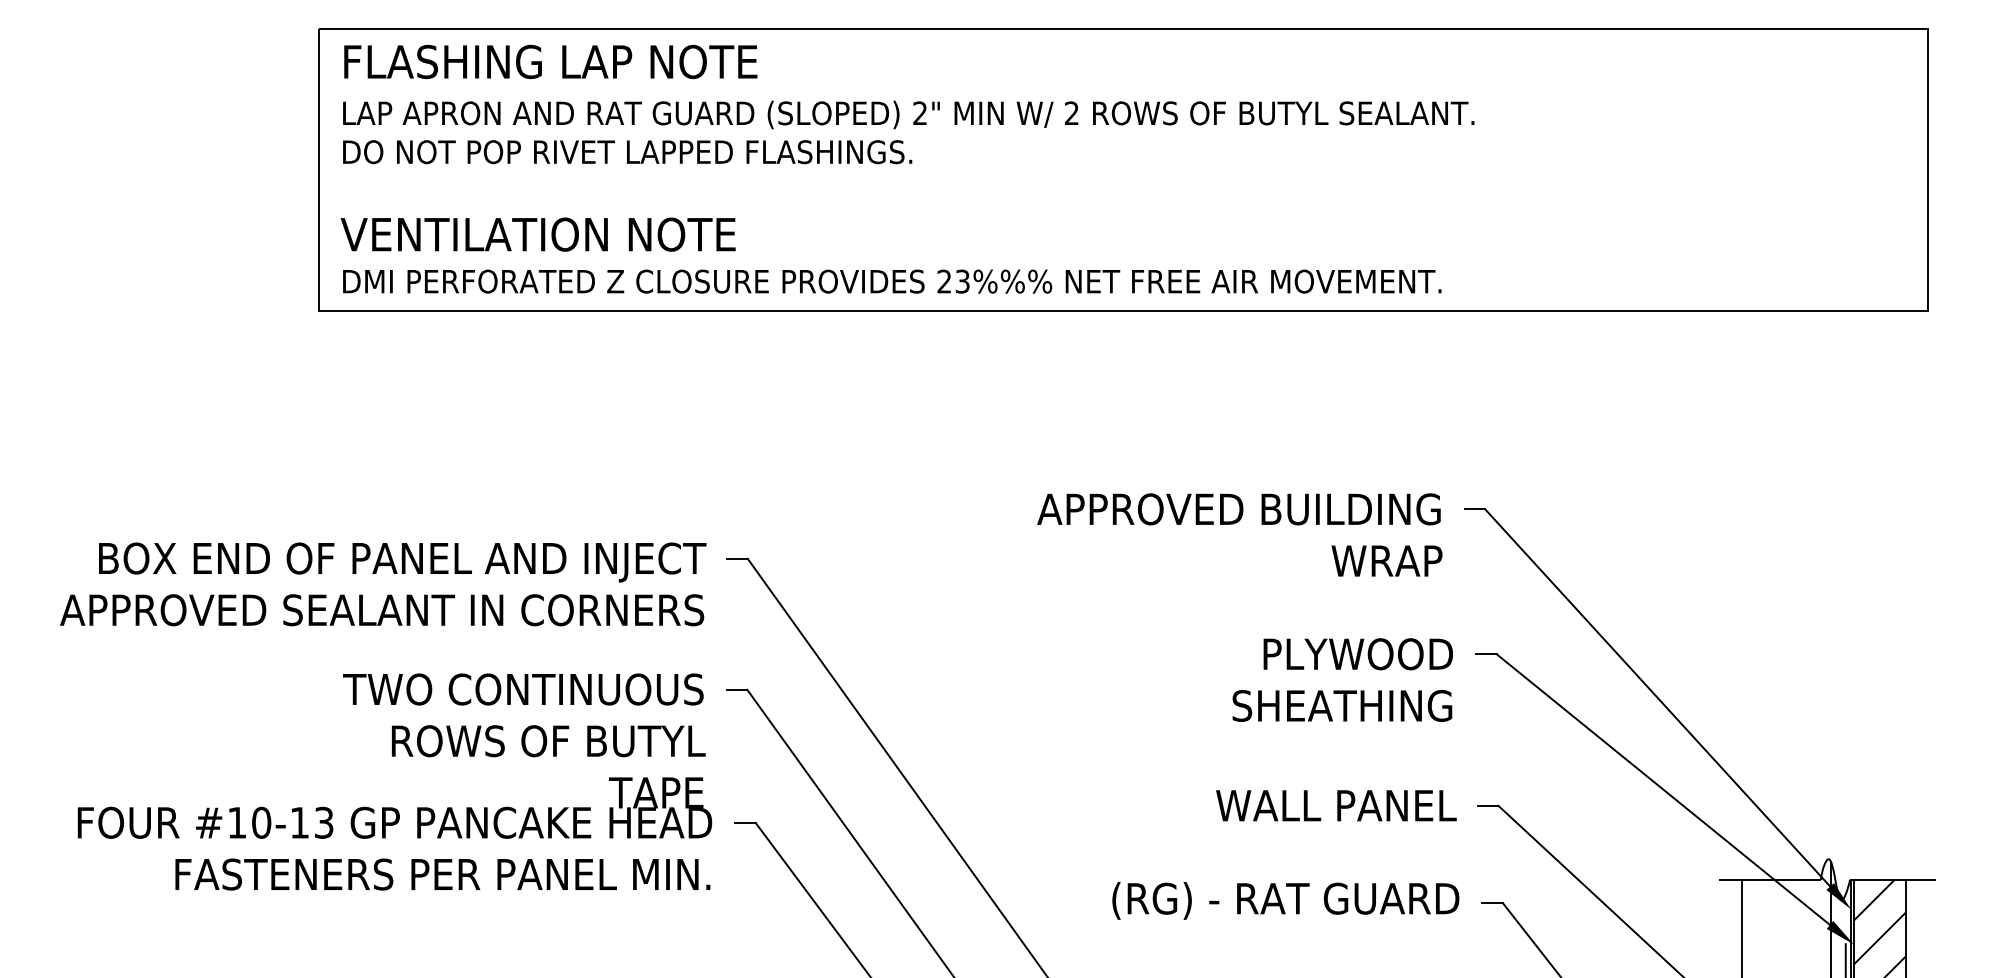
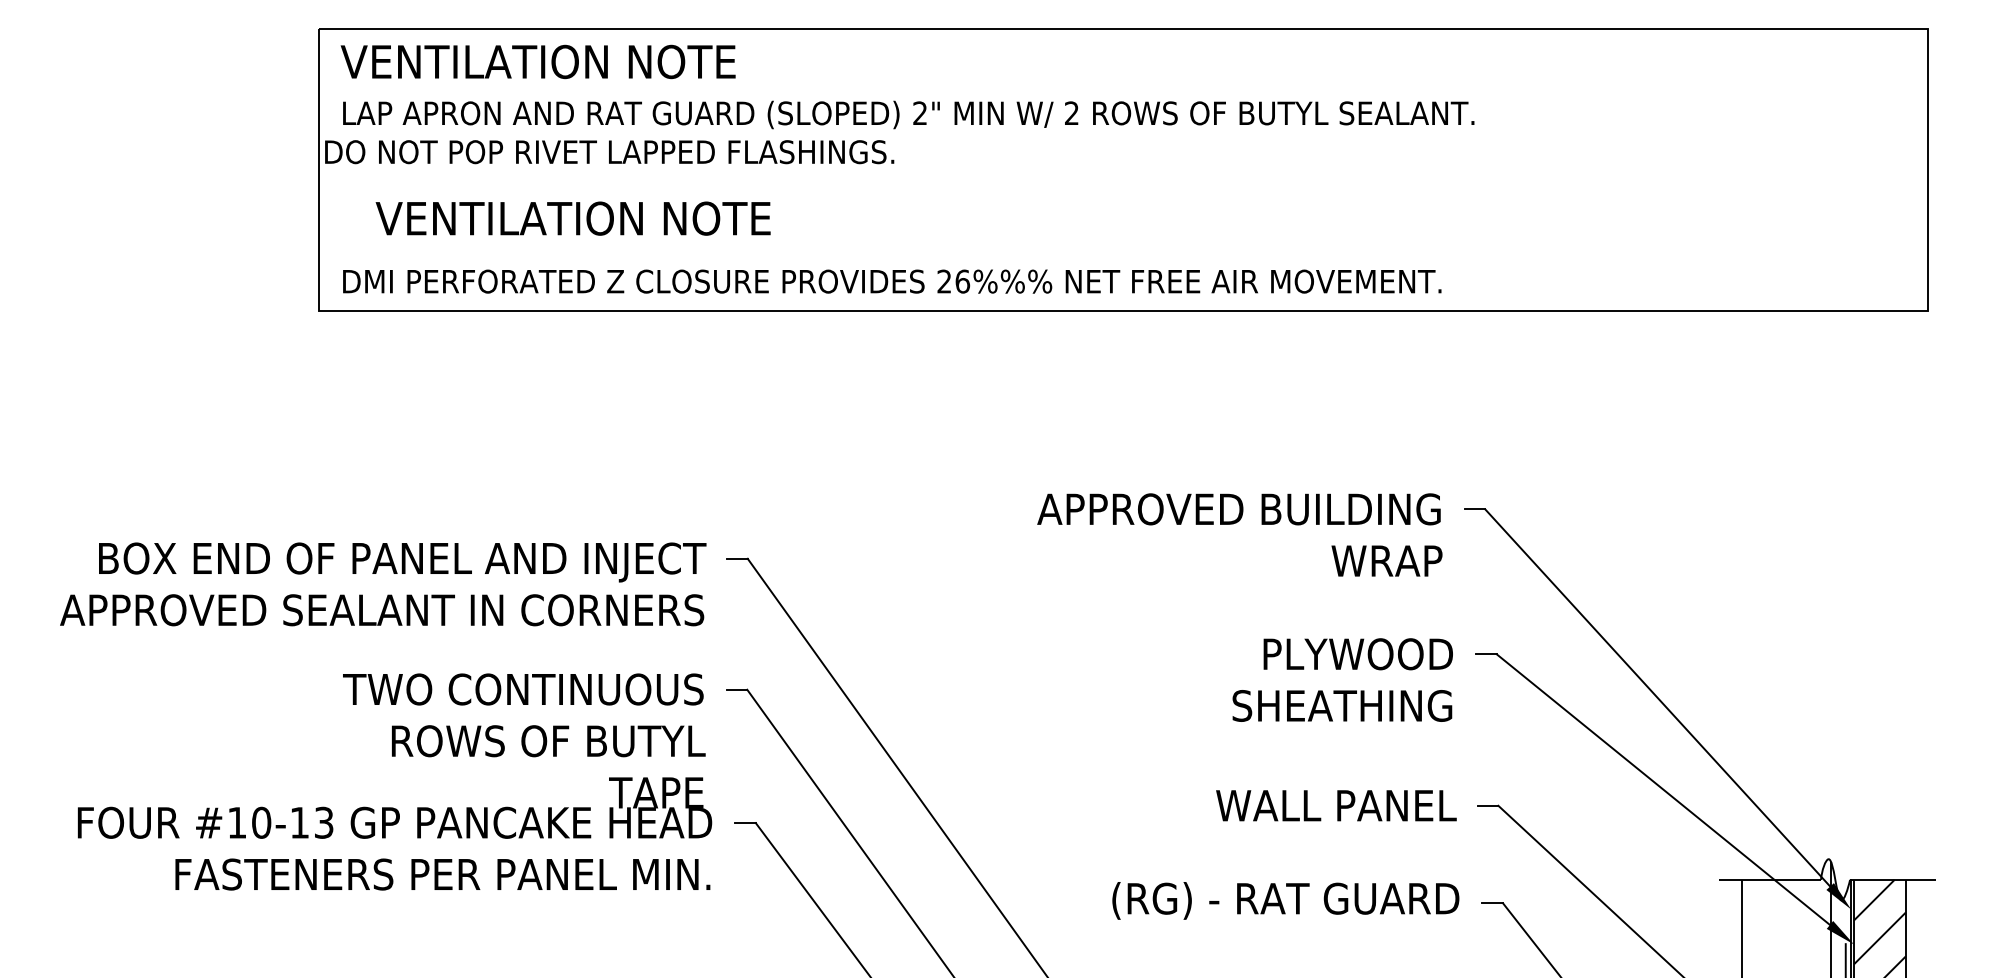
text at (548, 61): FLASHING LAP NOTE -> VENTILATION NOTE
text at (627, 152) position: (627, 152) -> (609, 152)
text at (537, 234) position: (537, 234) -> (572, 218)
text at (962, 281): 23%%% -> 26%%%
